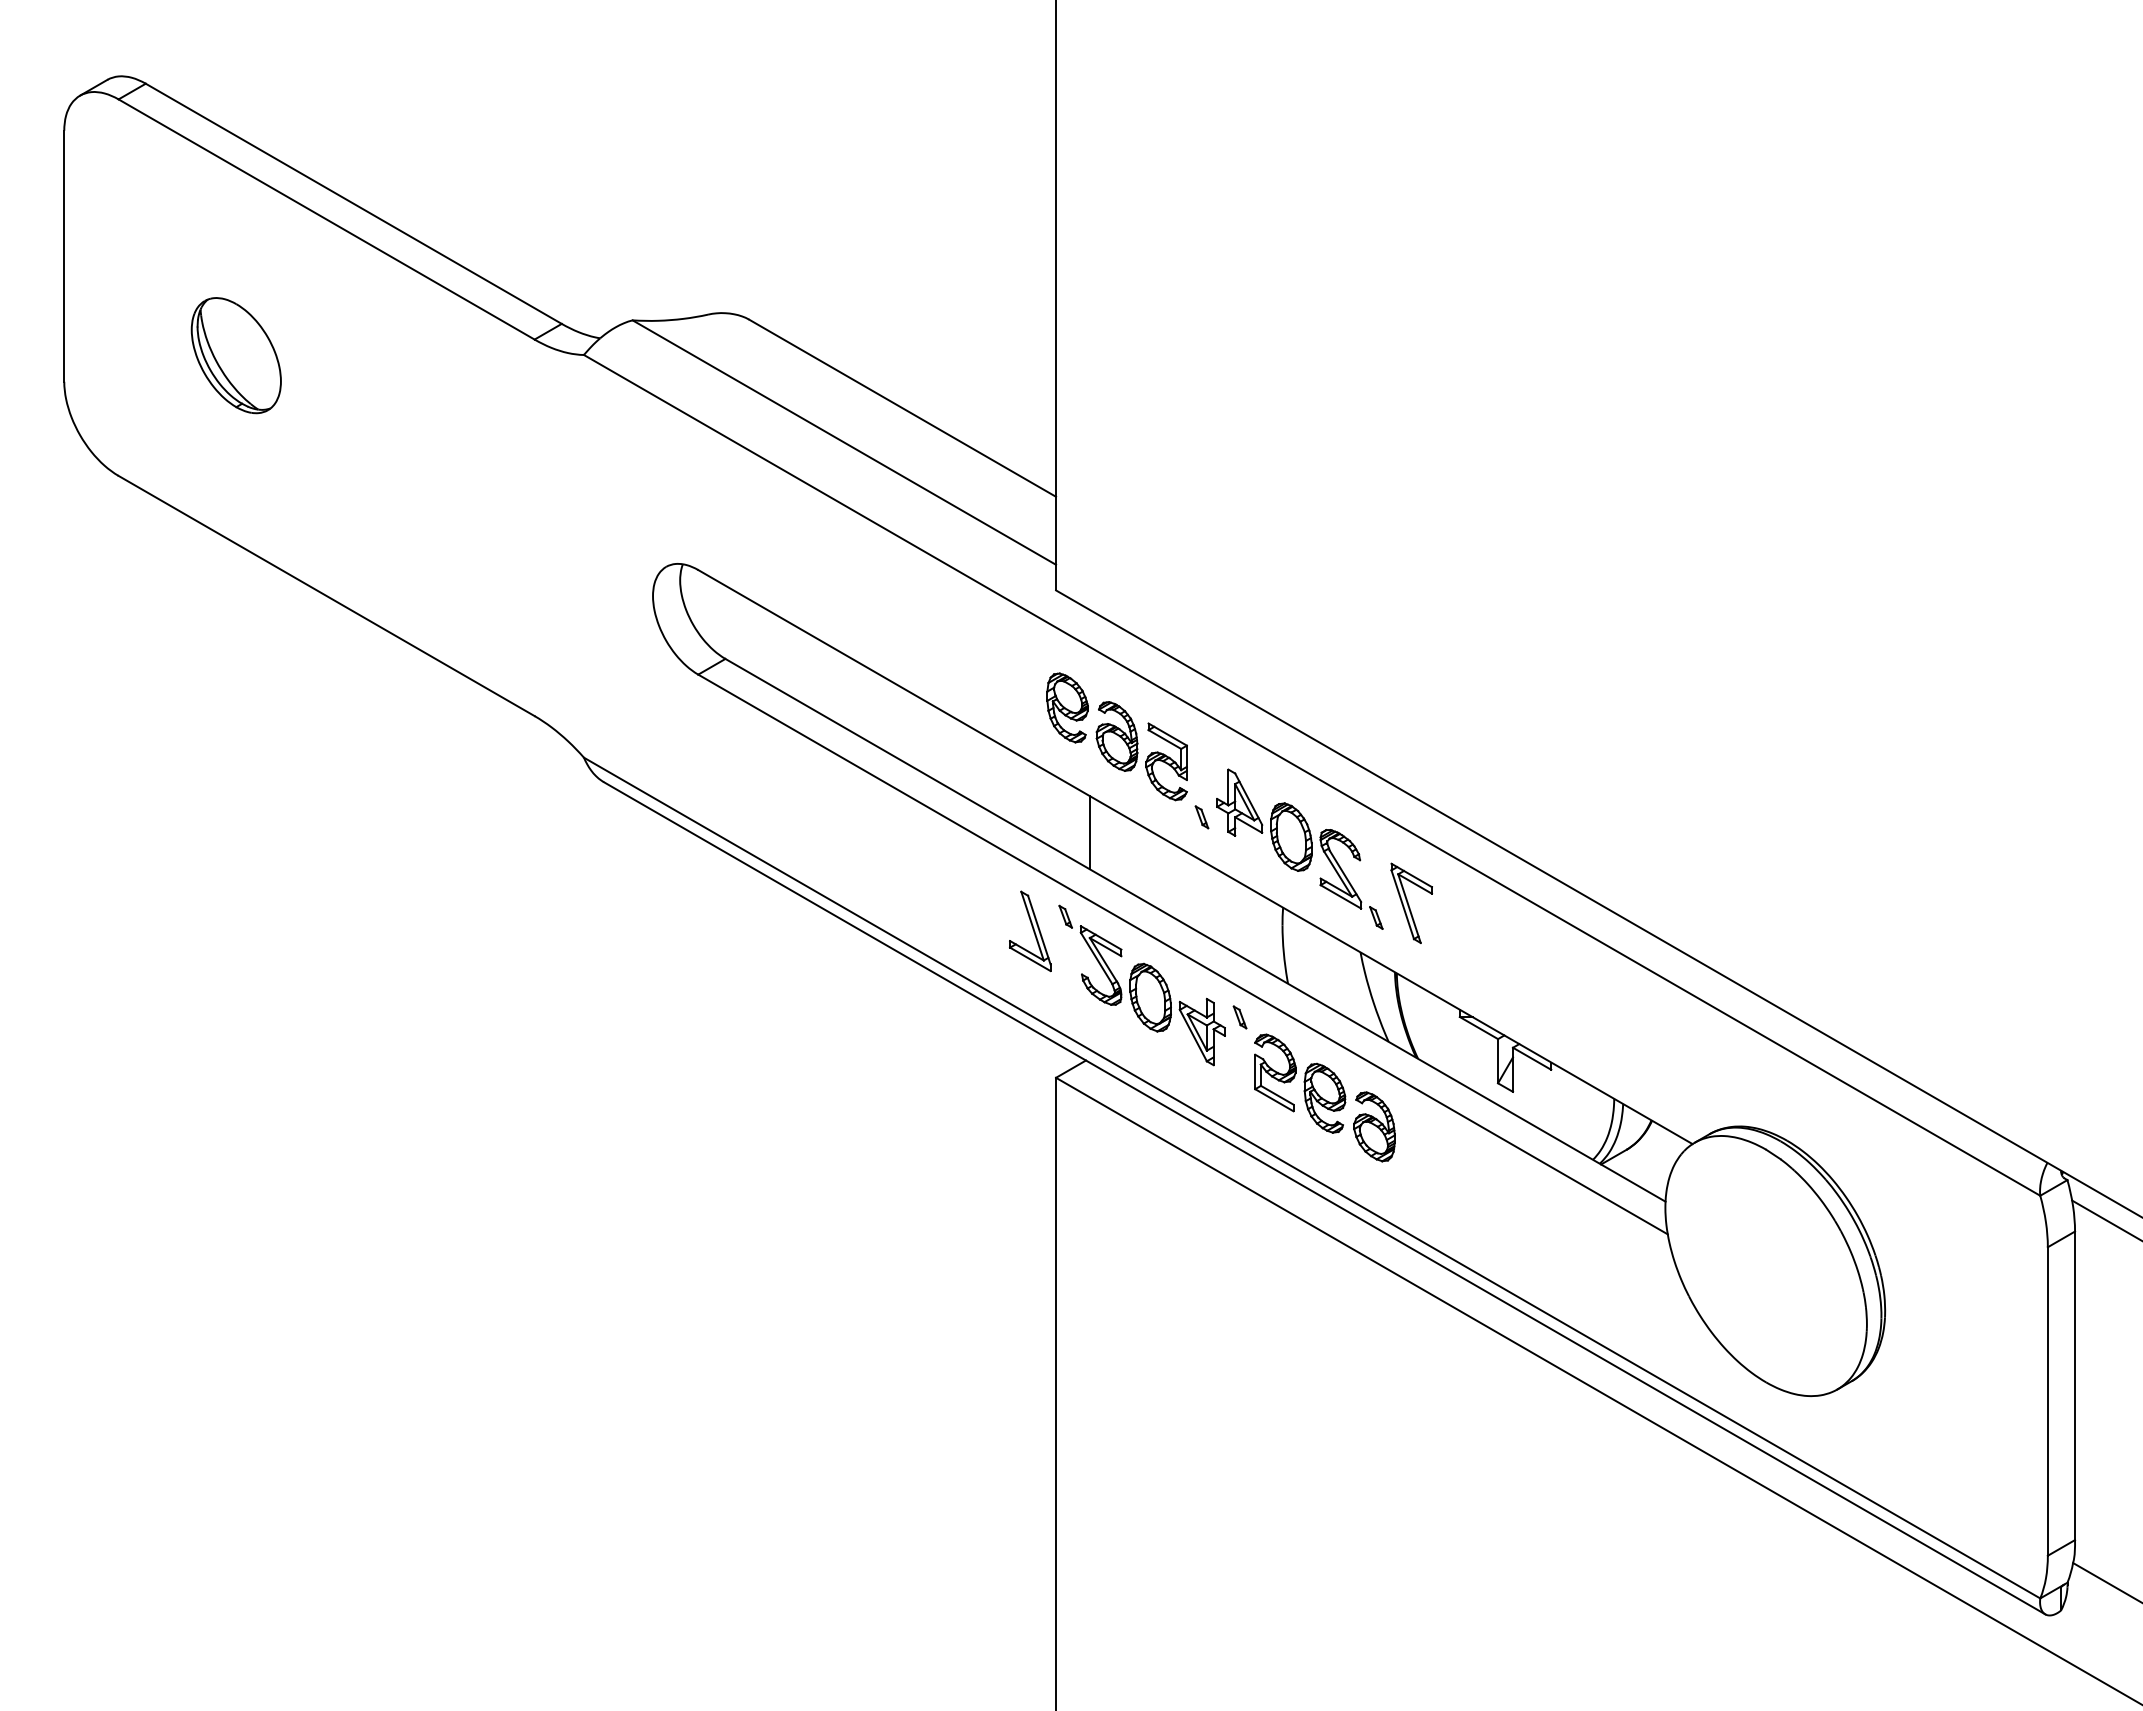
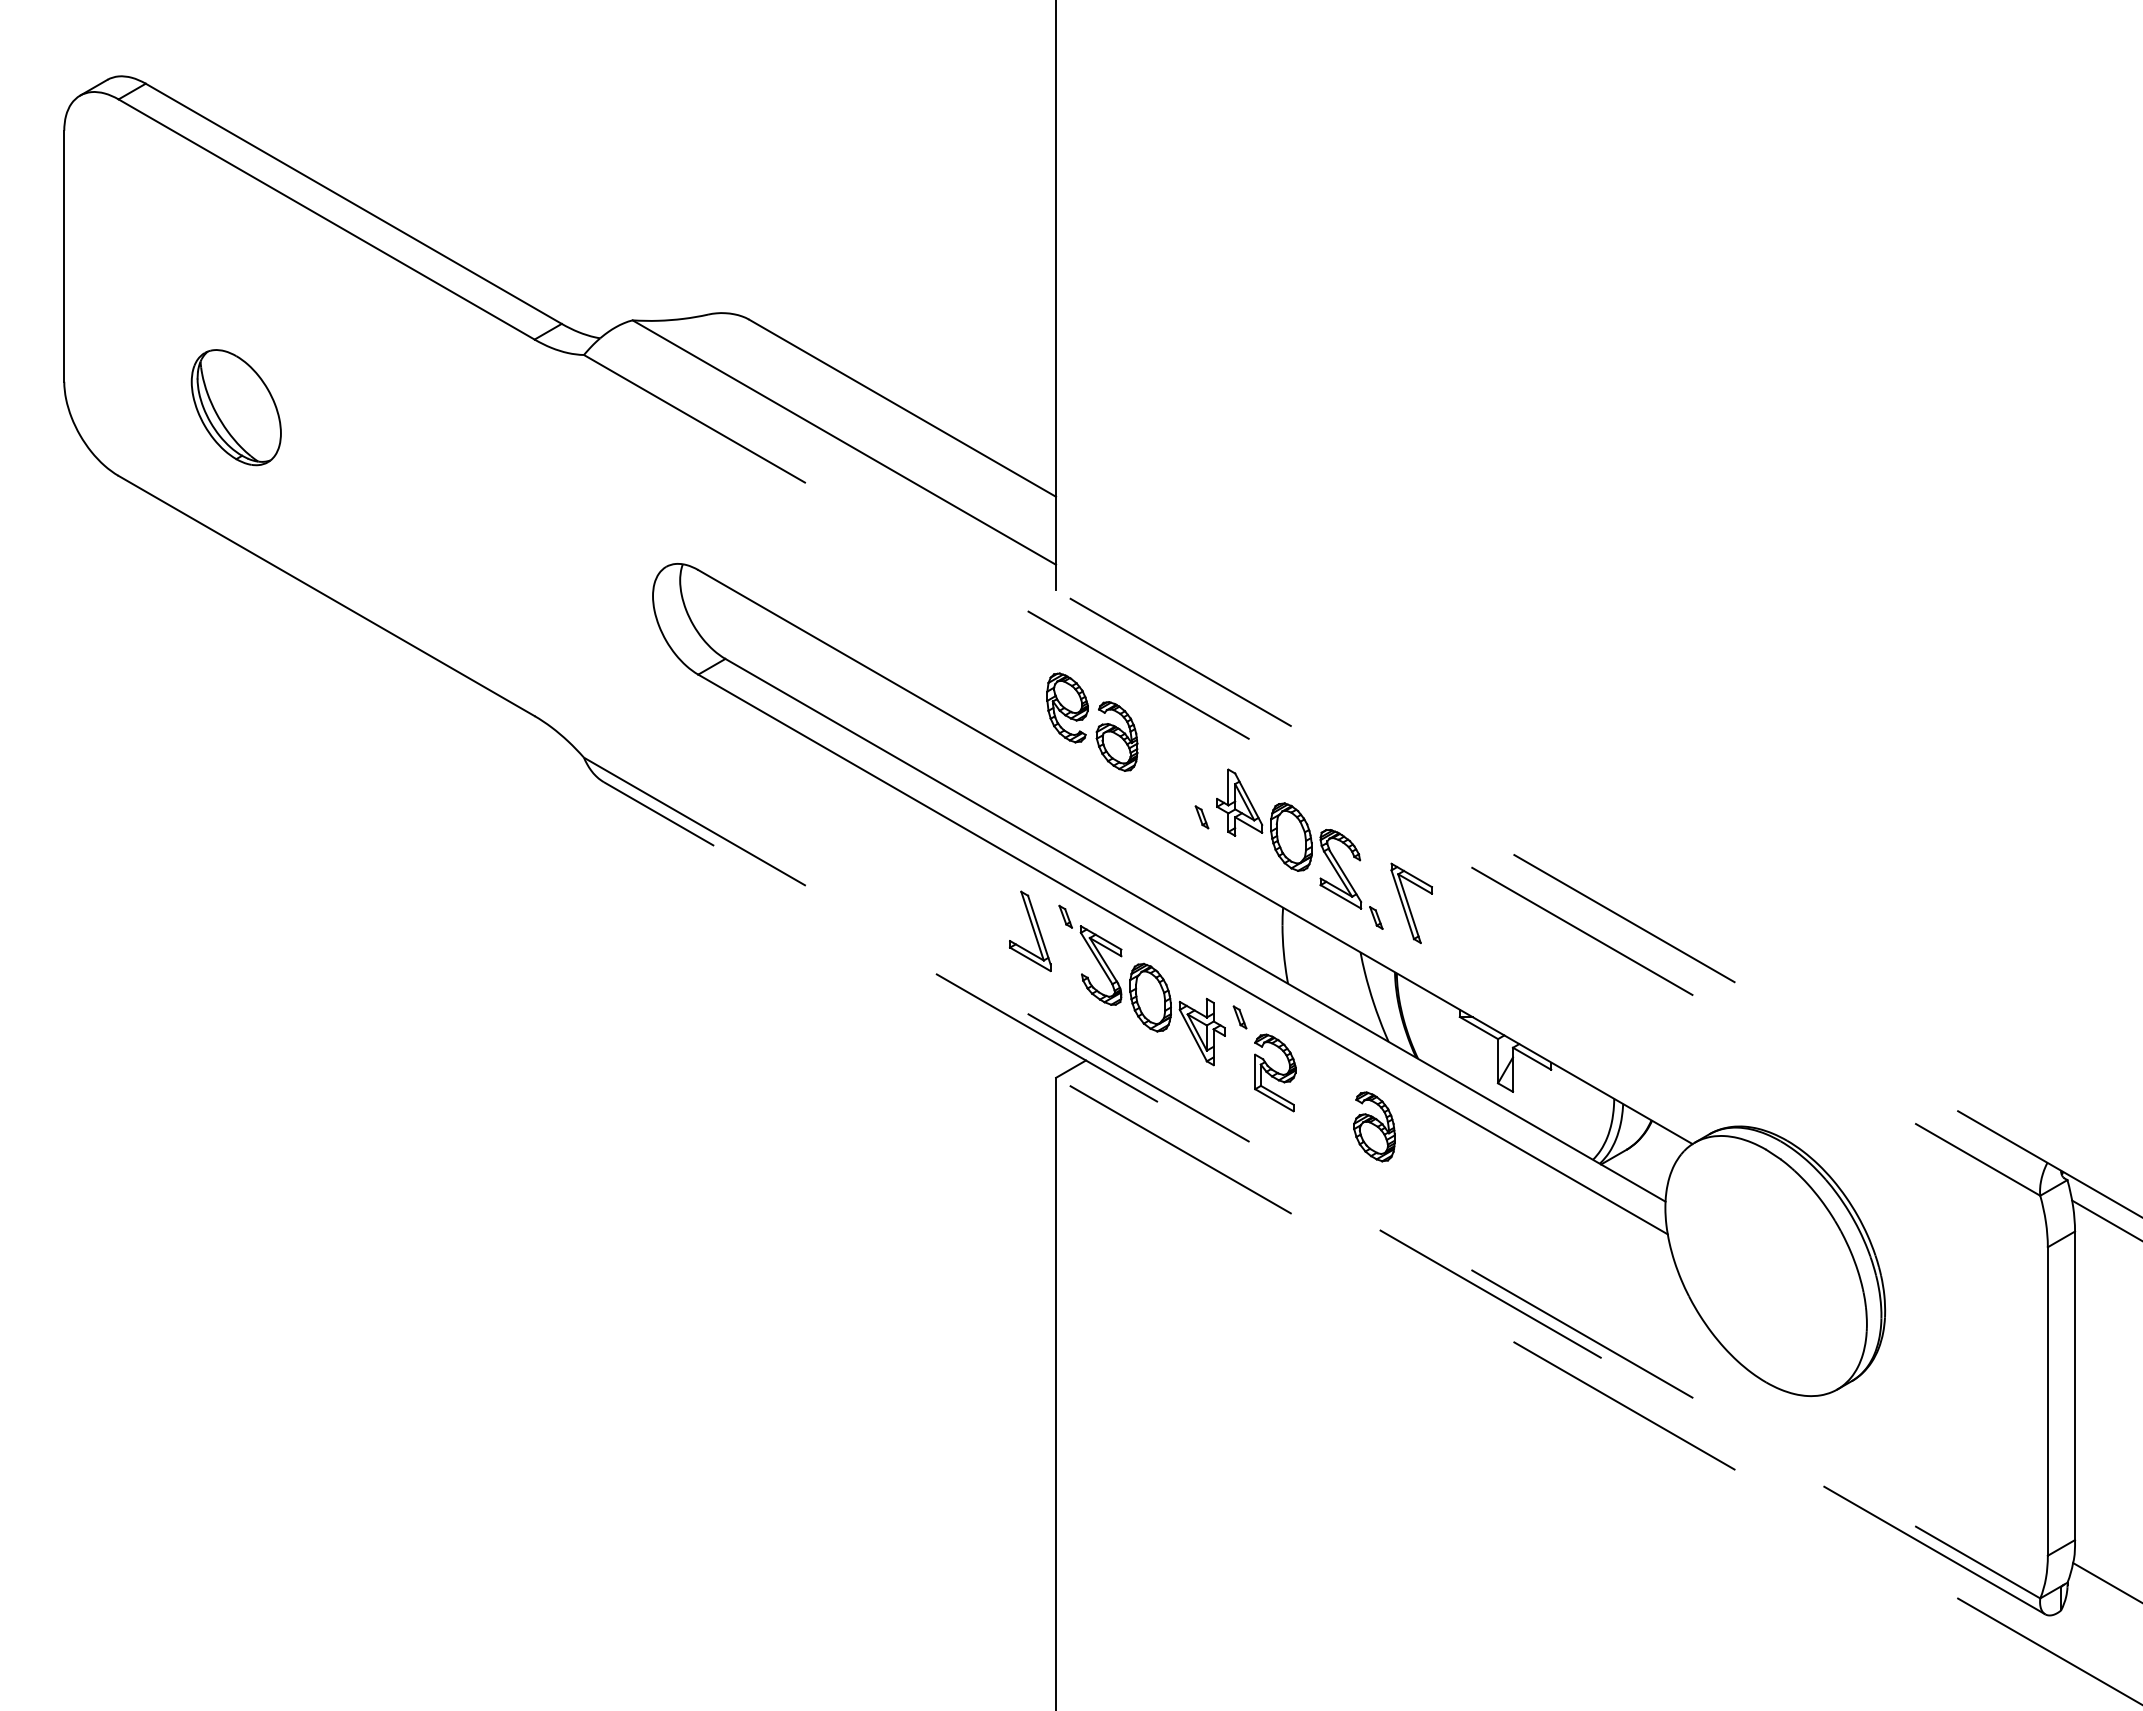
part at (235, 355) position: (235, 355) -> (235, 407)
part at (1166, 761): present -> none
line at (1312, 775): solid -> dashed
line at (1090, 832): present -> none
line at (1598, 903): solid -> dashed
part at (1324, 1097): present -> none
line at (1312, 1178): solid -> dashed
line at (1324, 1198): solid -> dashed
line at (1598, 1391): solid -> dashed
